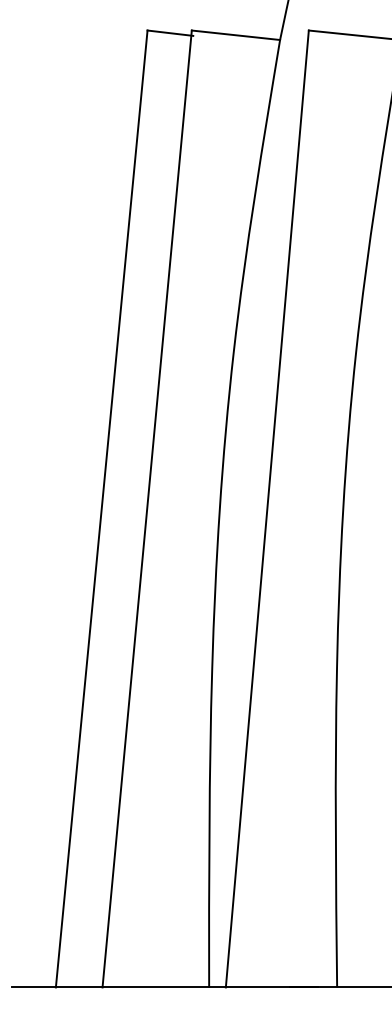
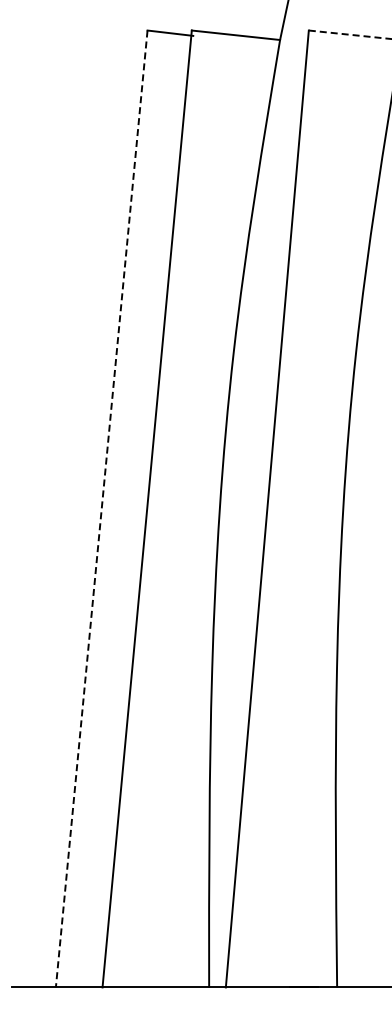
line at (350, 34): solid -> dashed
line at (101, 509): solid -> dashed
